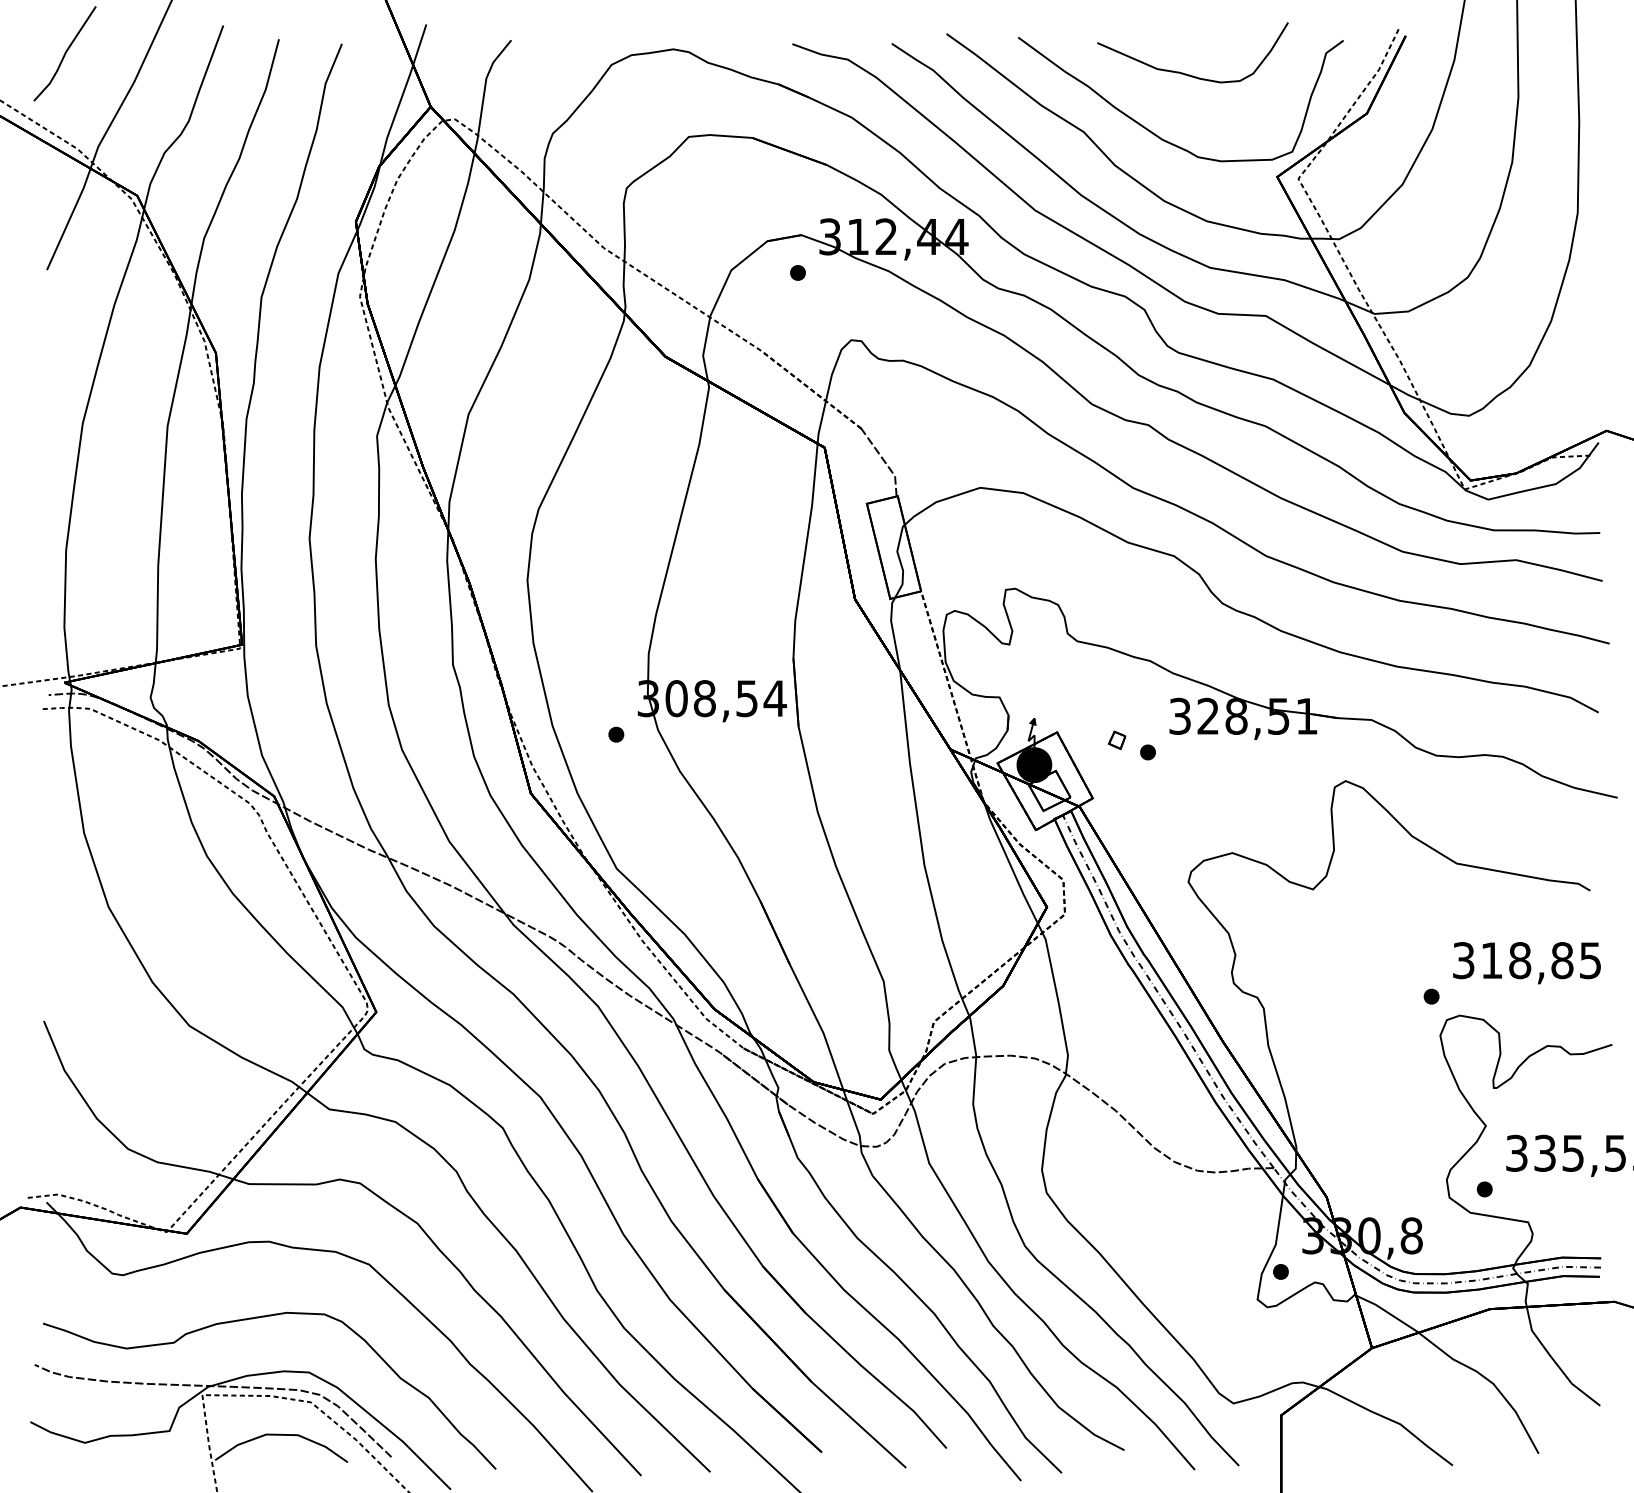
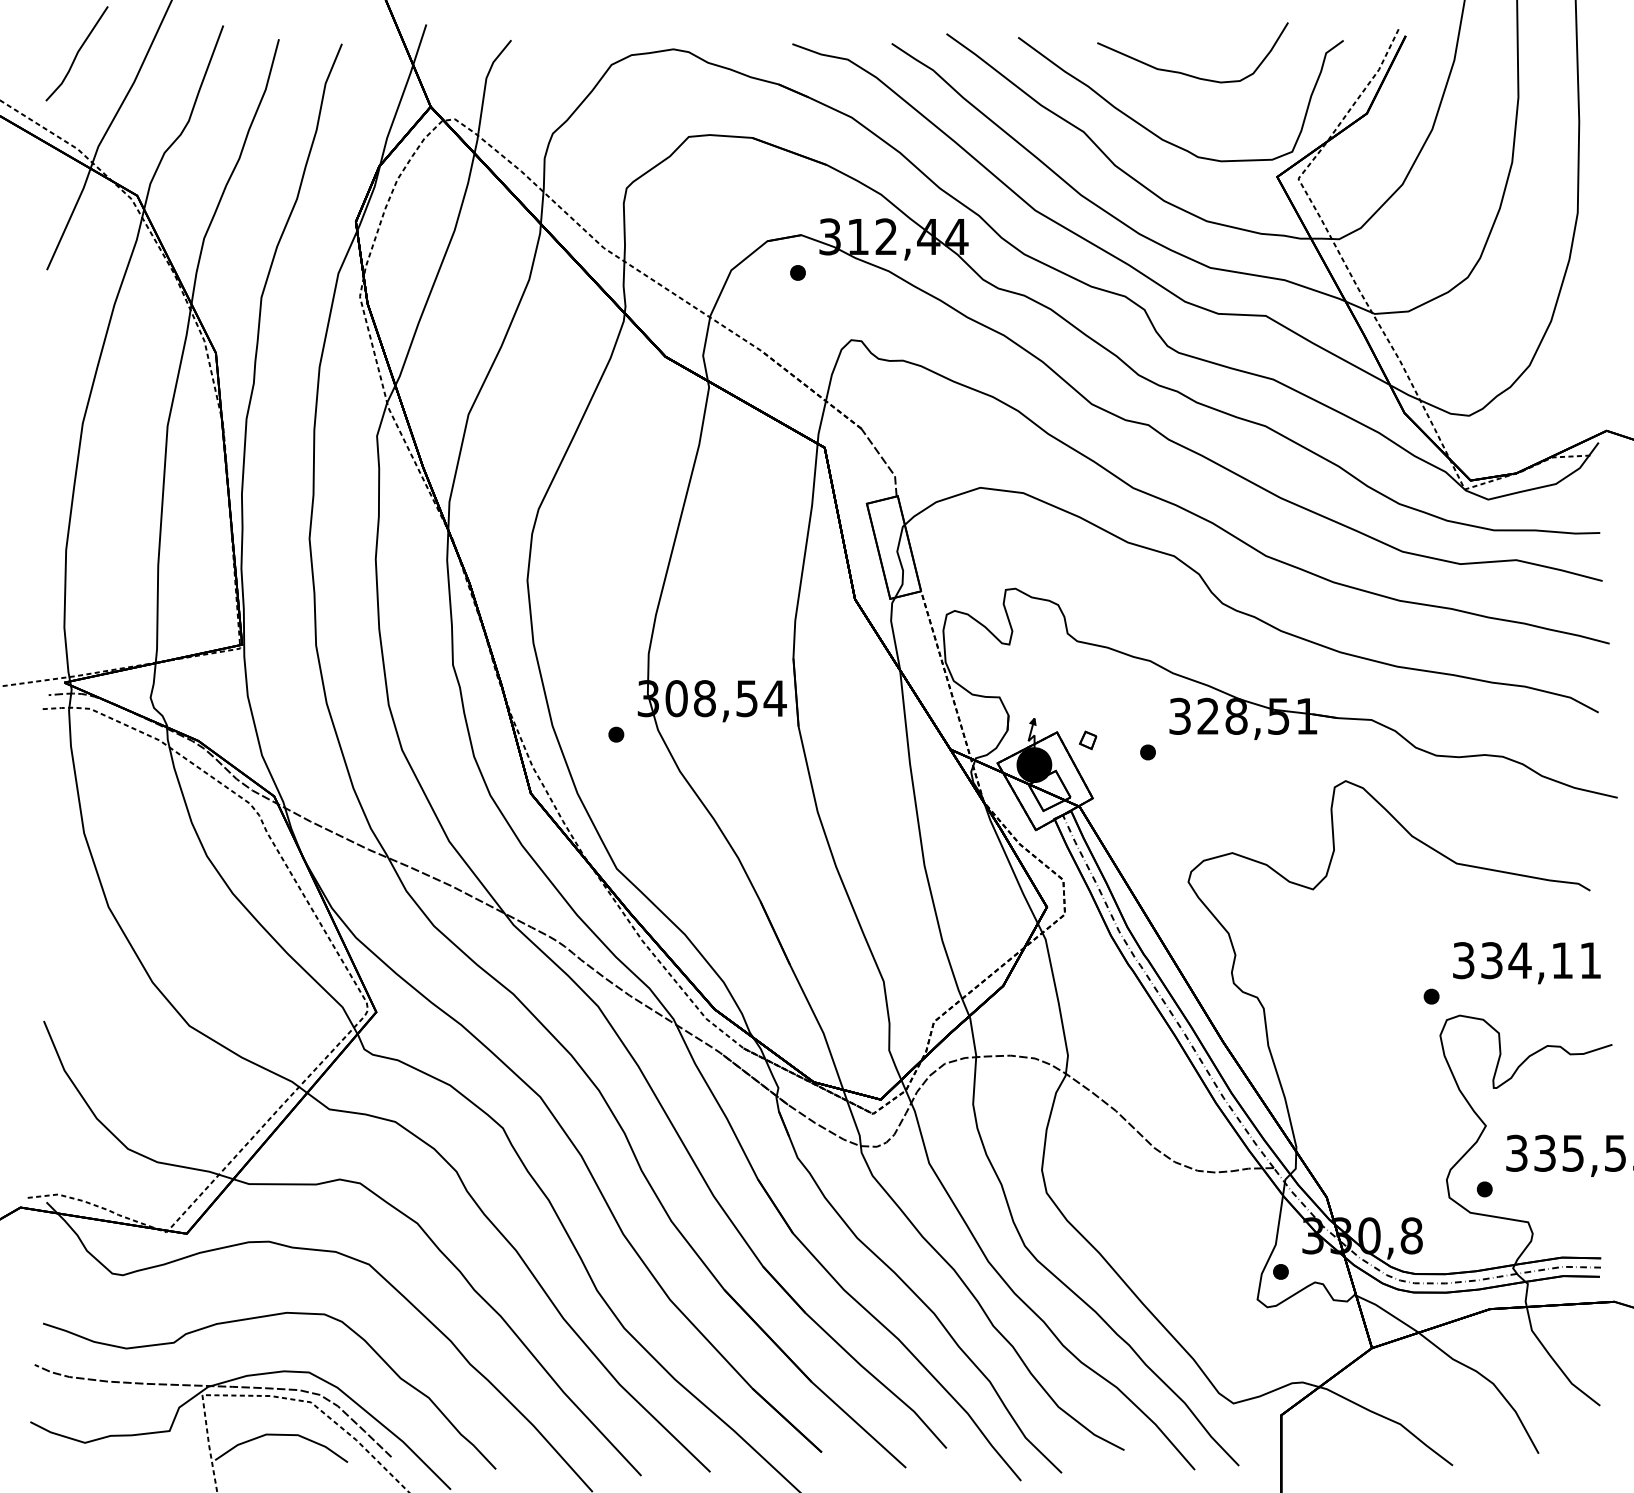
line at (64, 53) position: (64, 53) -> (76, 53)
part at (1117, 739) position: (1117, 739) -> (1088, 739)
text at (1540, 960): 318,85 -> 334,11
